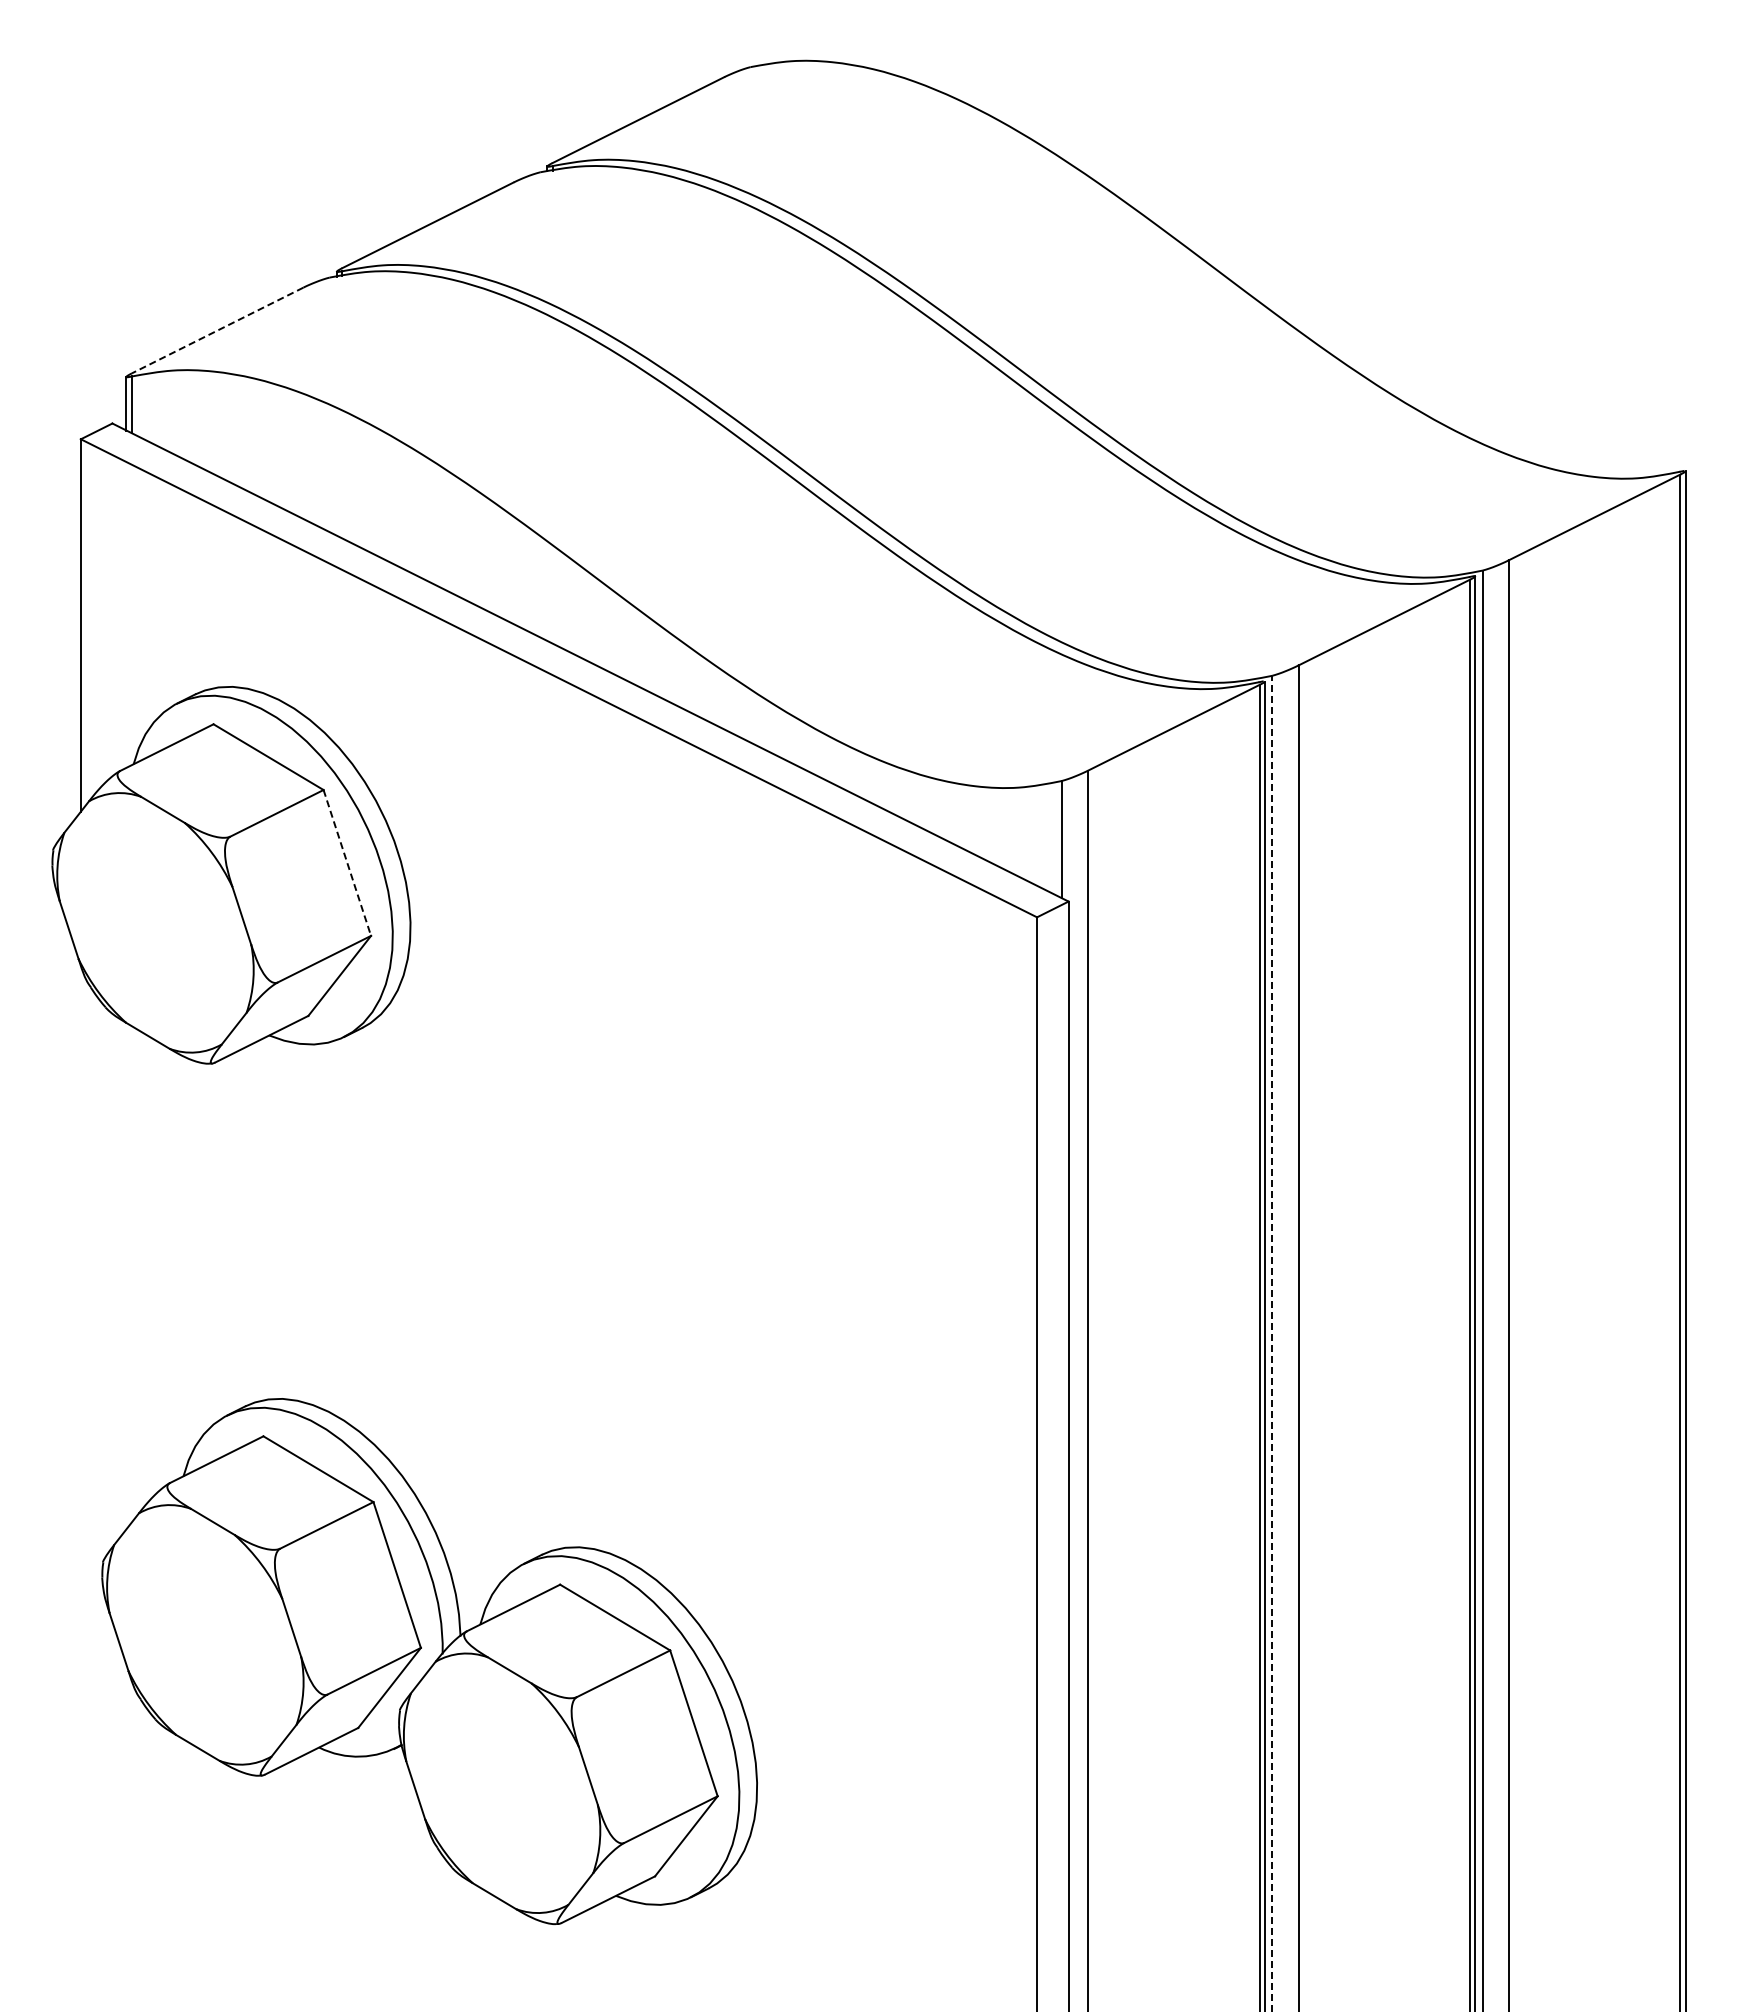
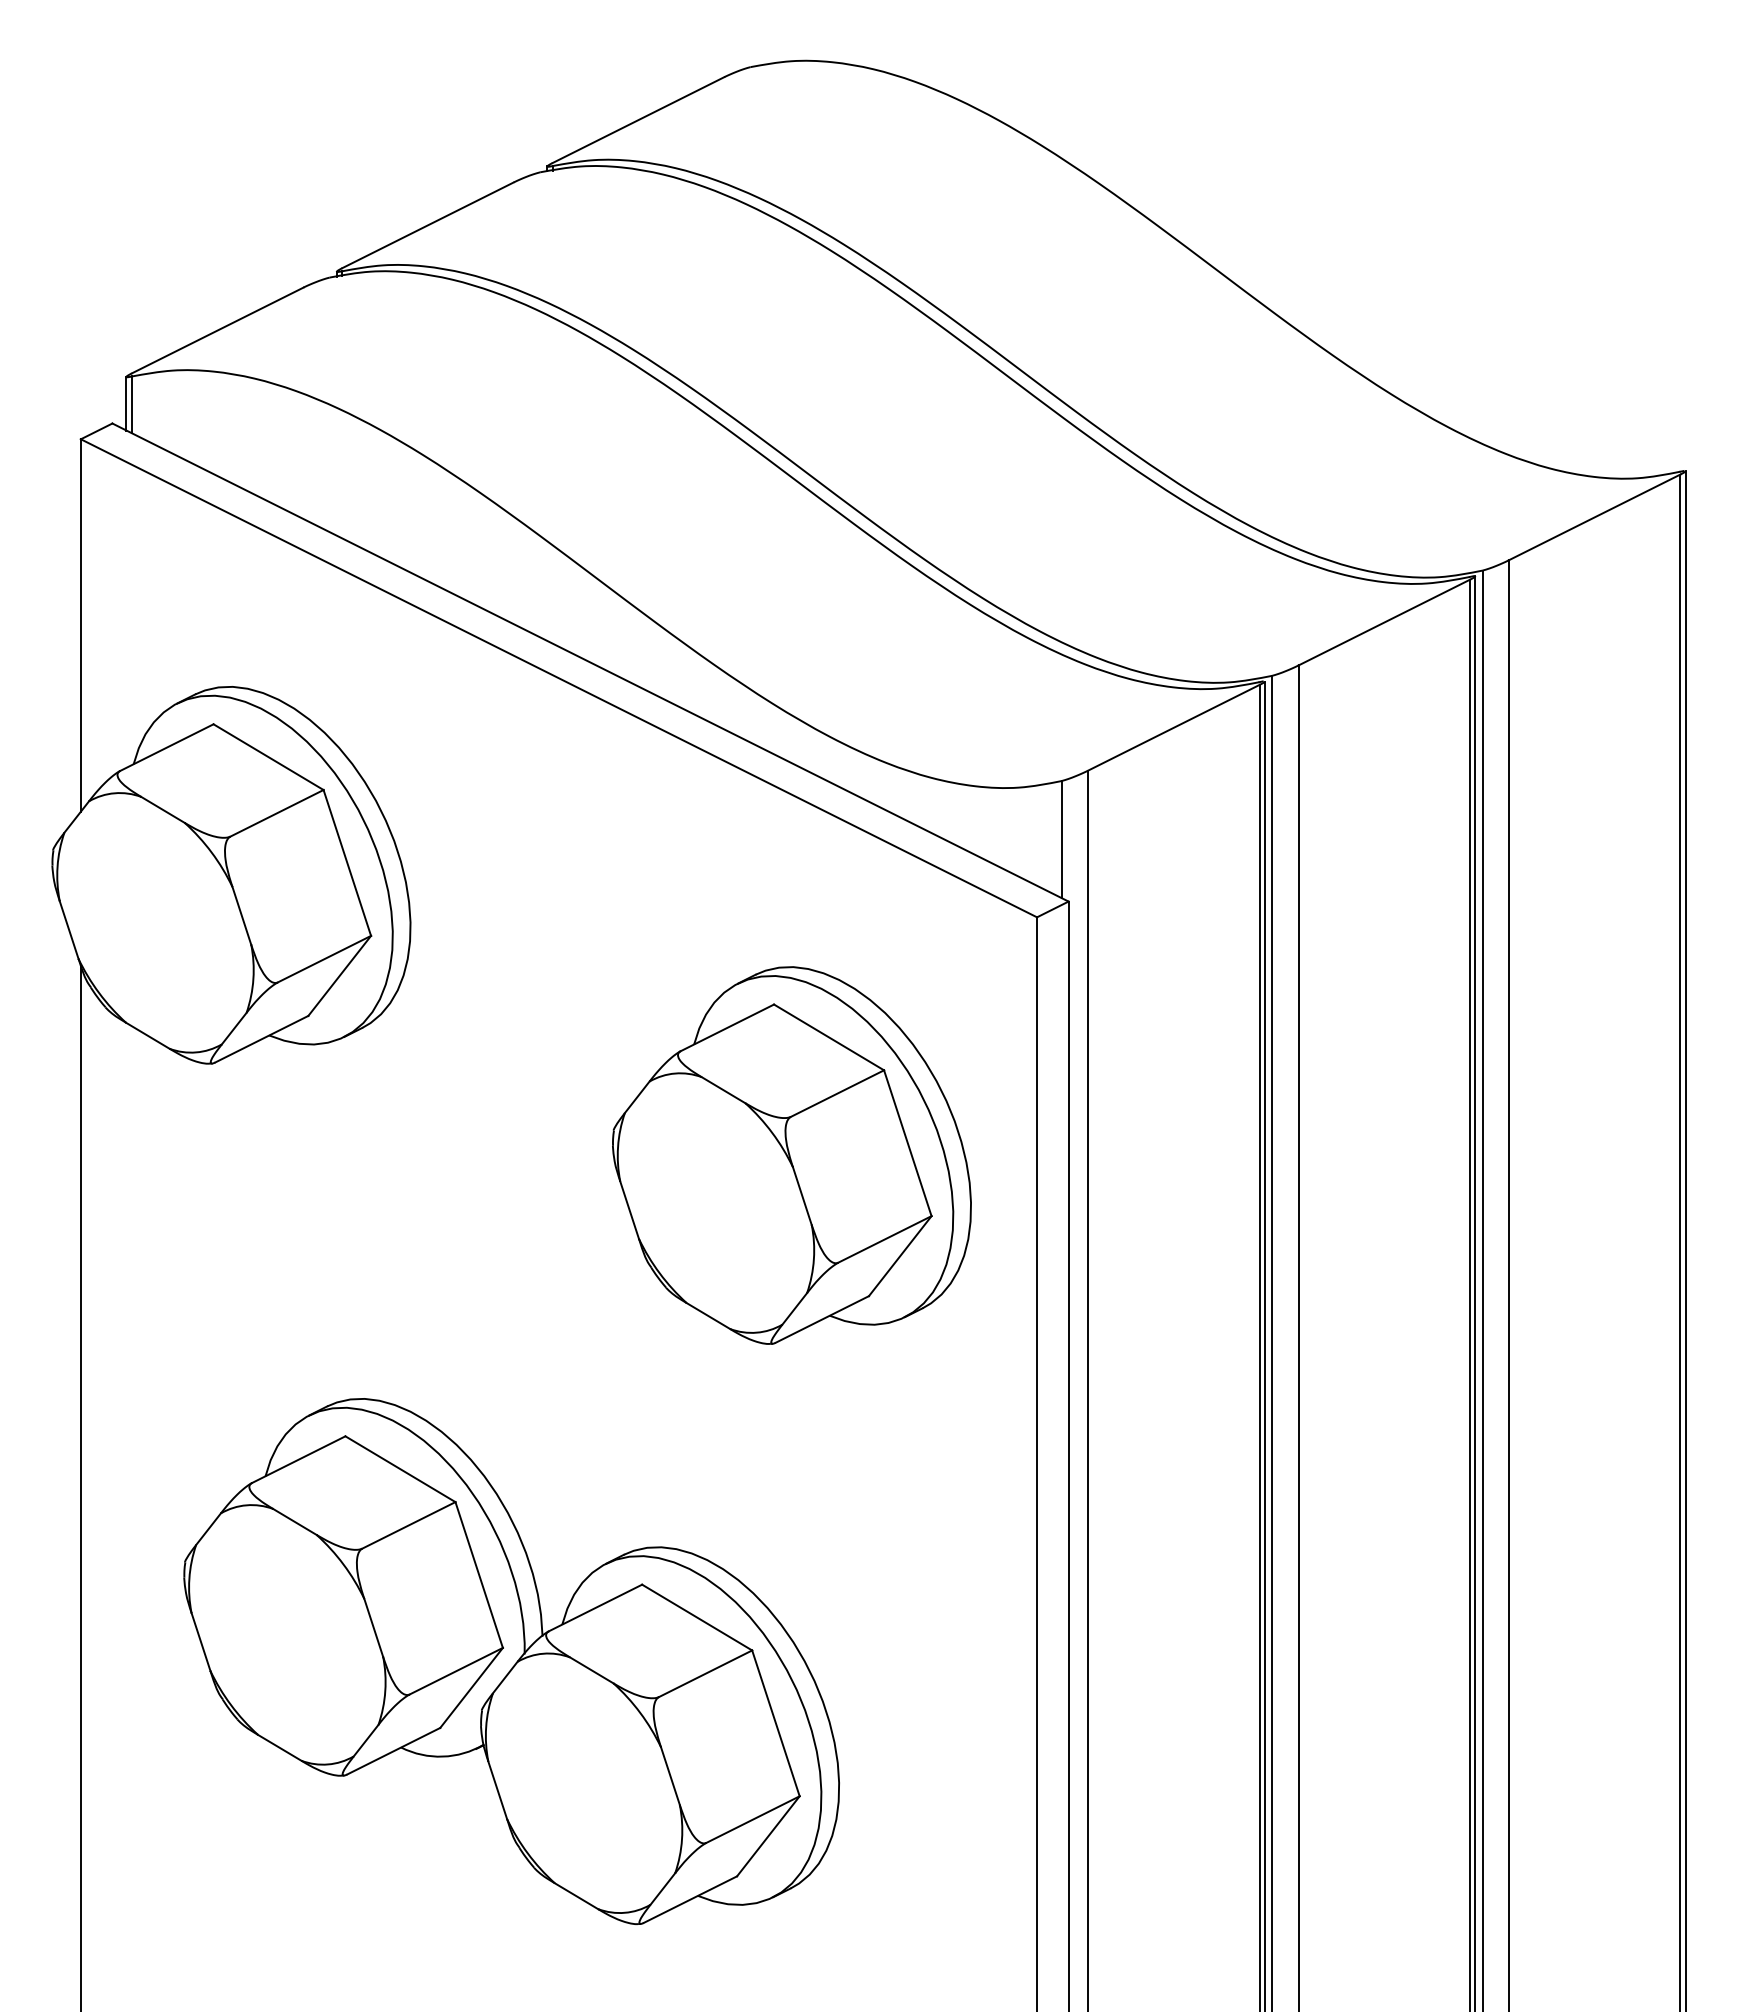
line at (217, 330): dashed -> solid
line at (347, 862): dashed -> solid
part at (791, 1155): none -> present
line at (1272, 1343): dashed -> solid
line at (80, 1486): none -> present
part at (429, 1661) position: (429, 1661) -> (511, 1661)
